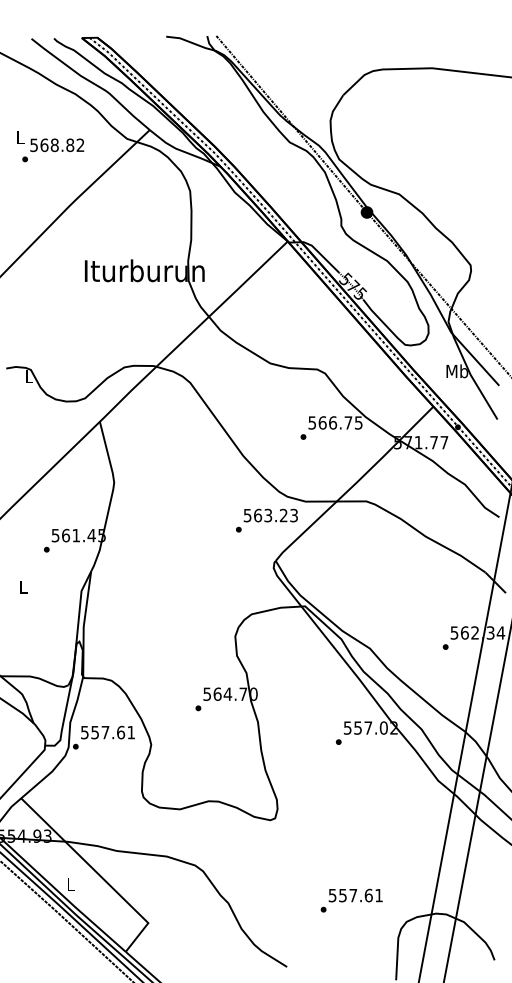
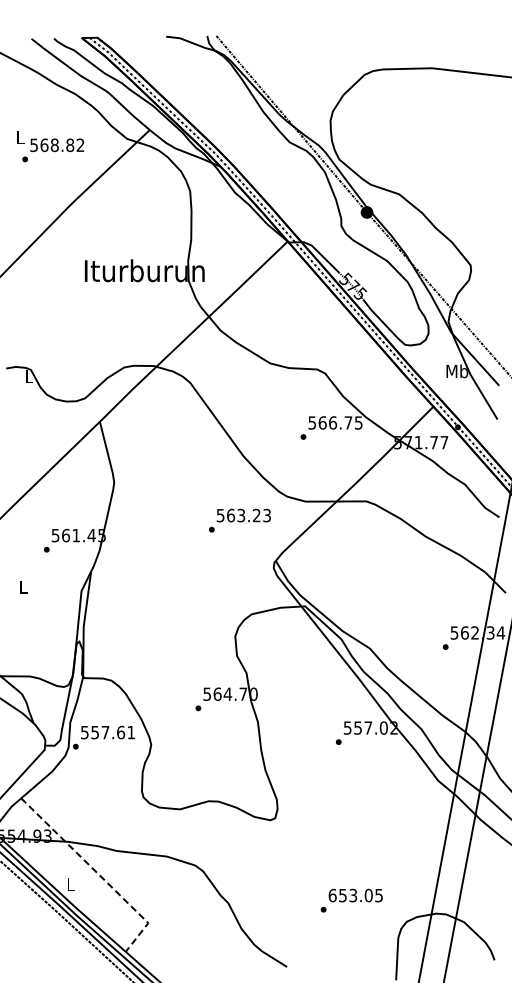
text at (266, 520) position: (266, 520) -> (239, 520)
line at (98, 874): solid -> dashed
text at (355, 895): 557.61 -> 653.05
